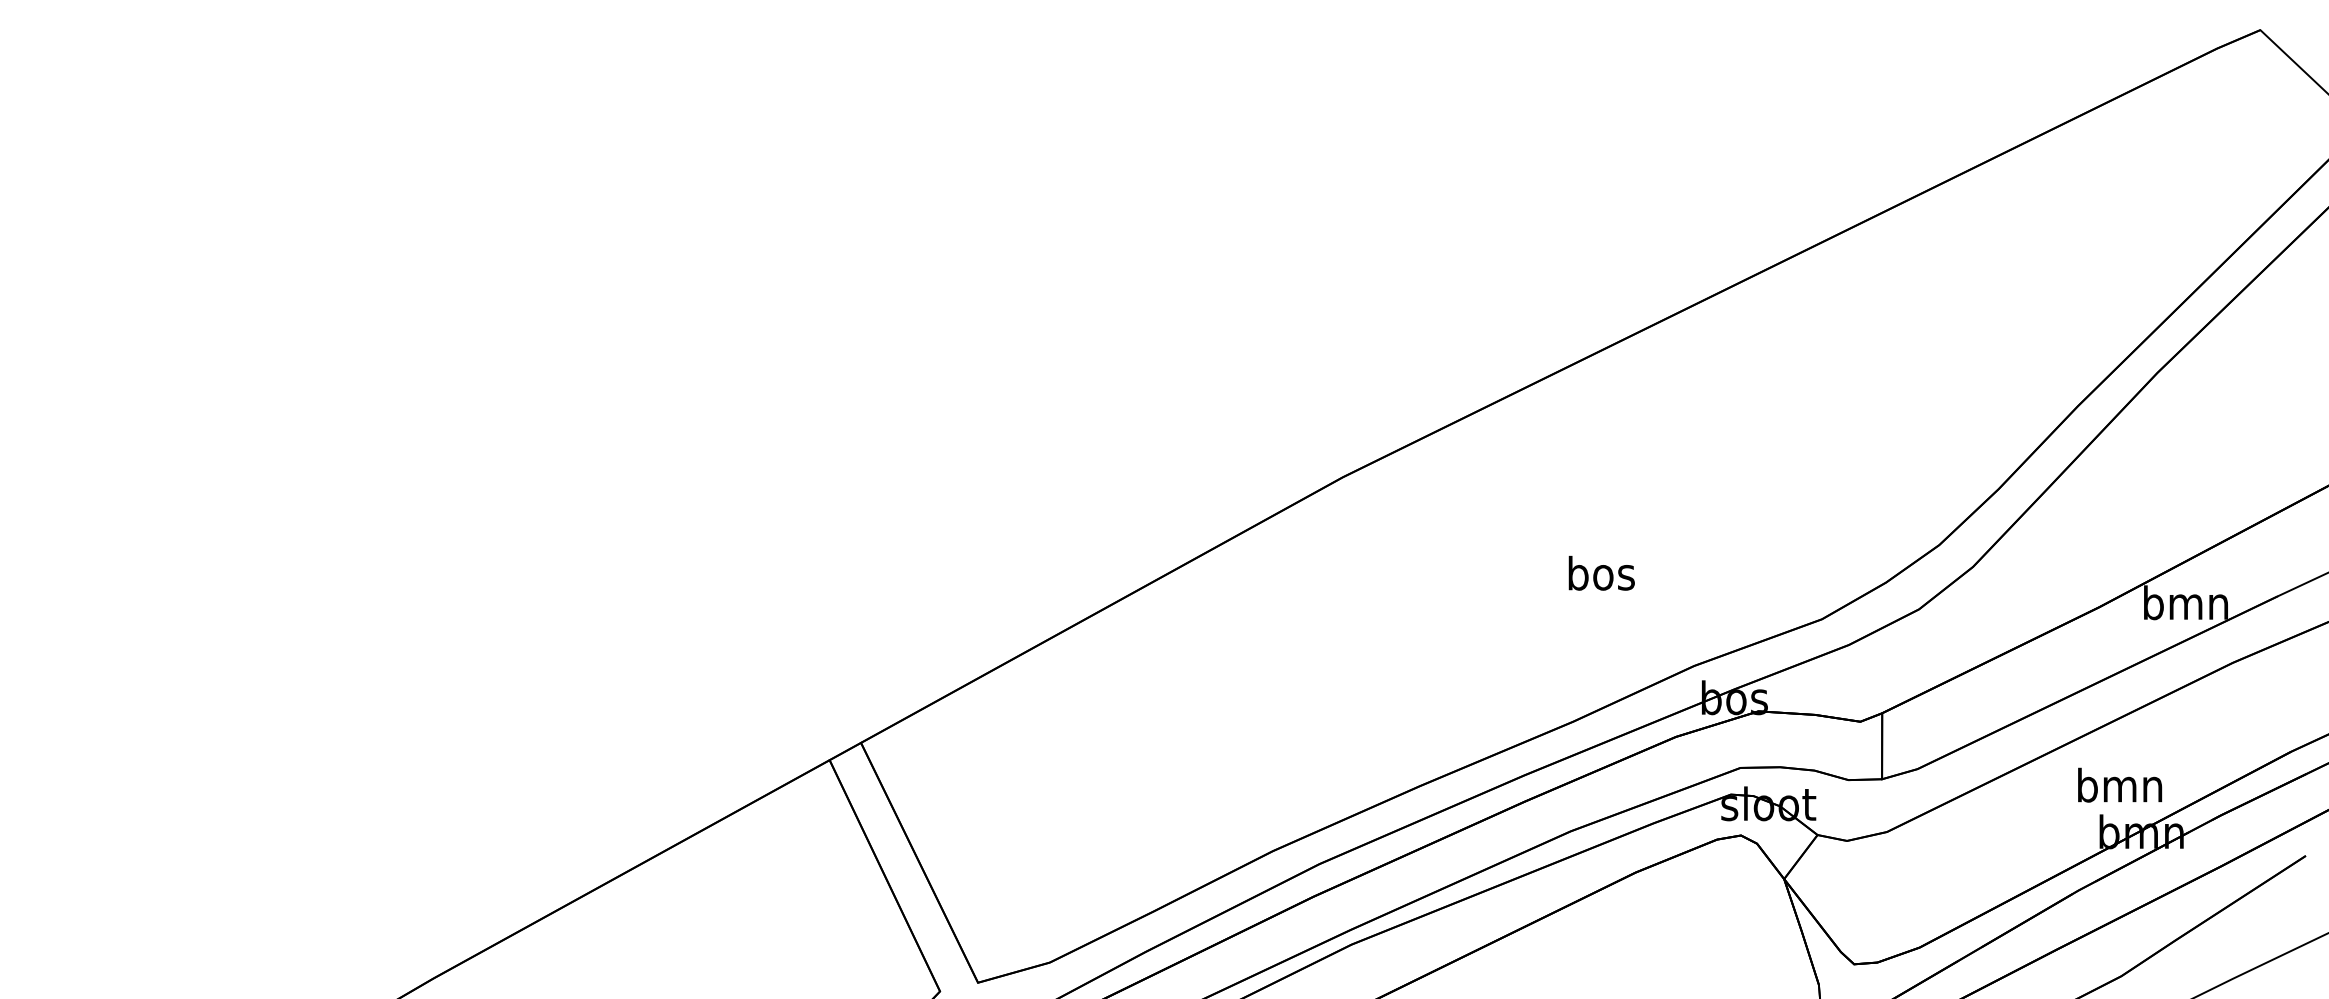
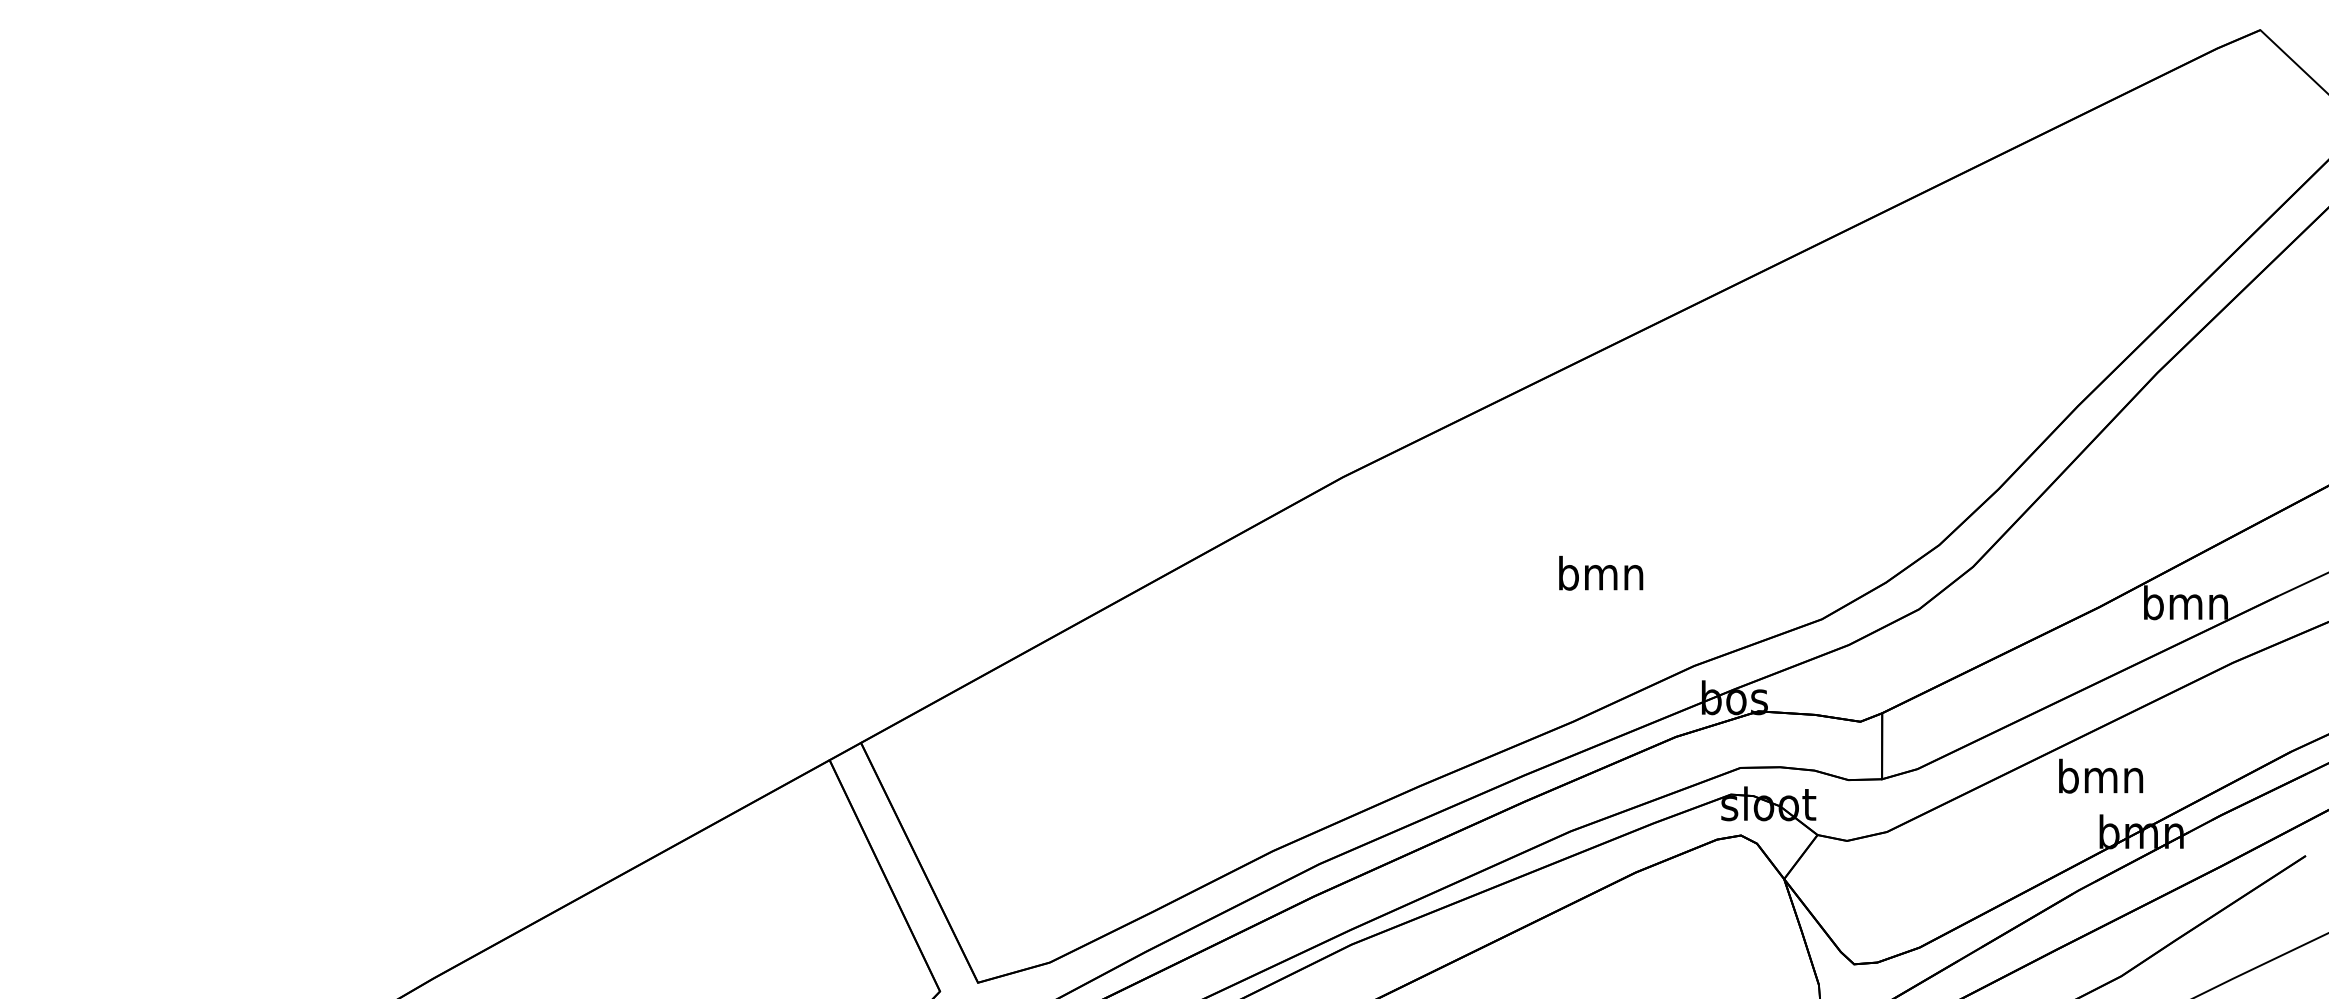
text at (1601, 572): bos -> bmn
text at (2120, 784) position: (2120, 784) -> (2101, 775)
